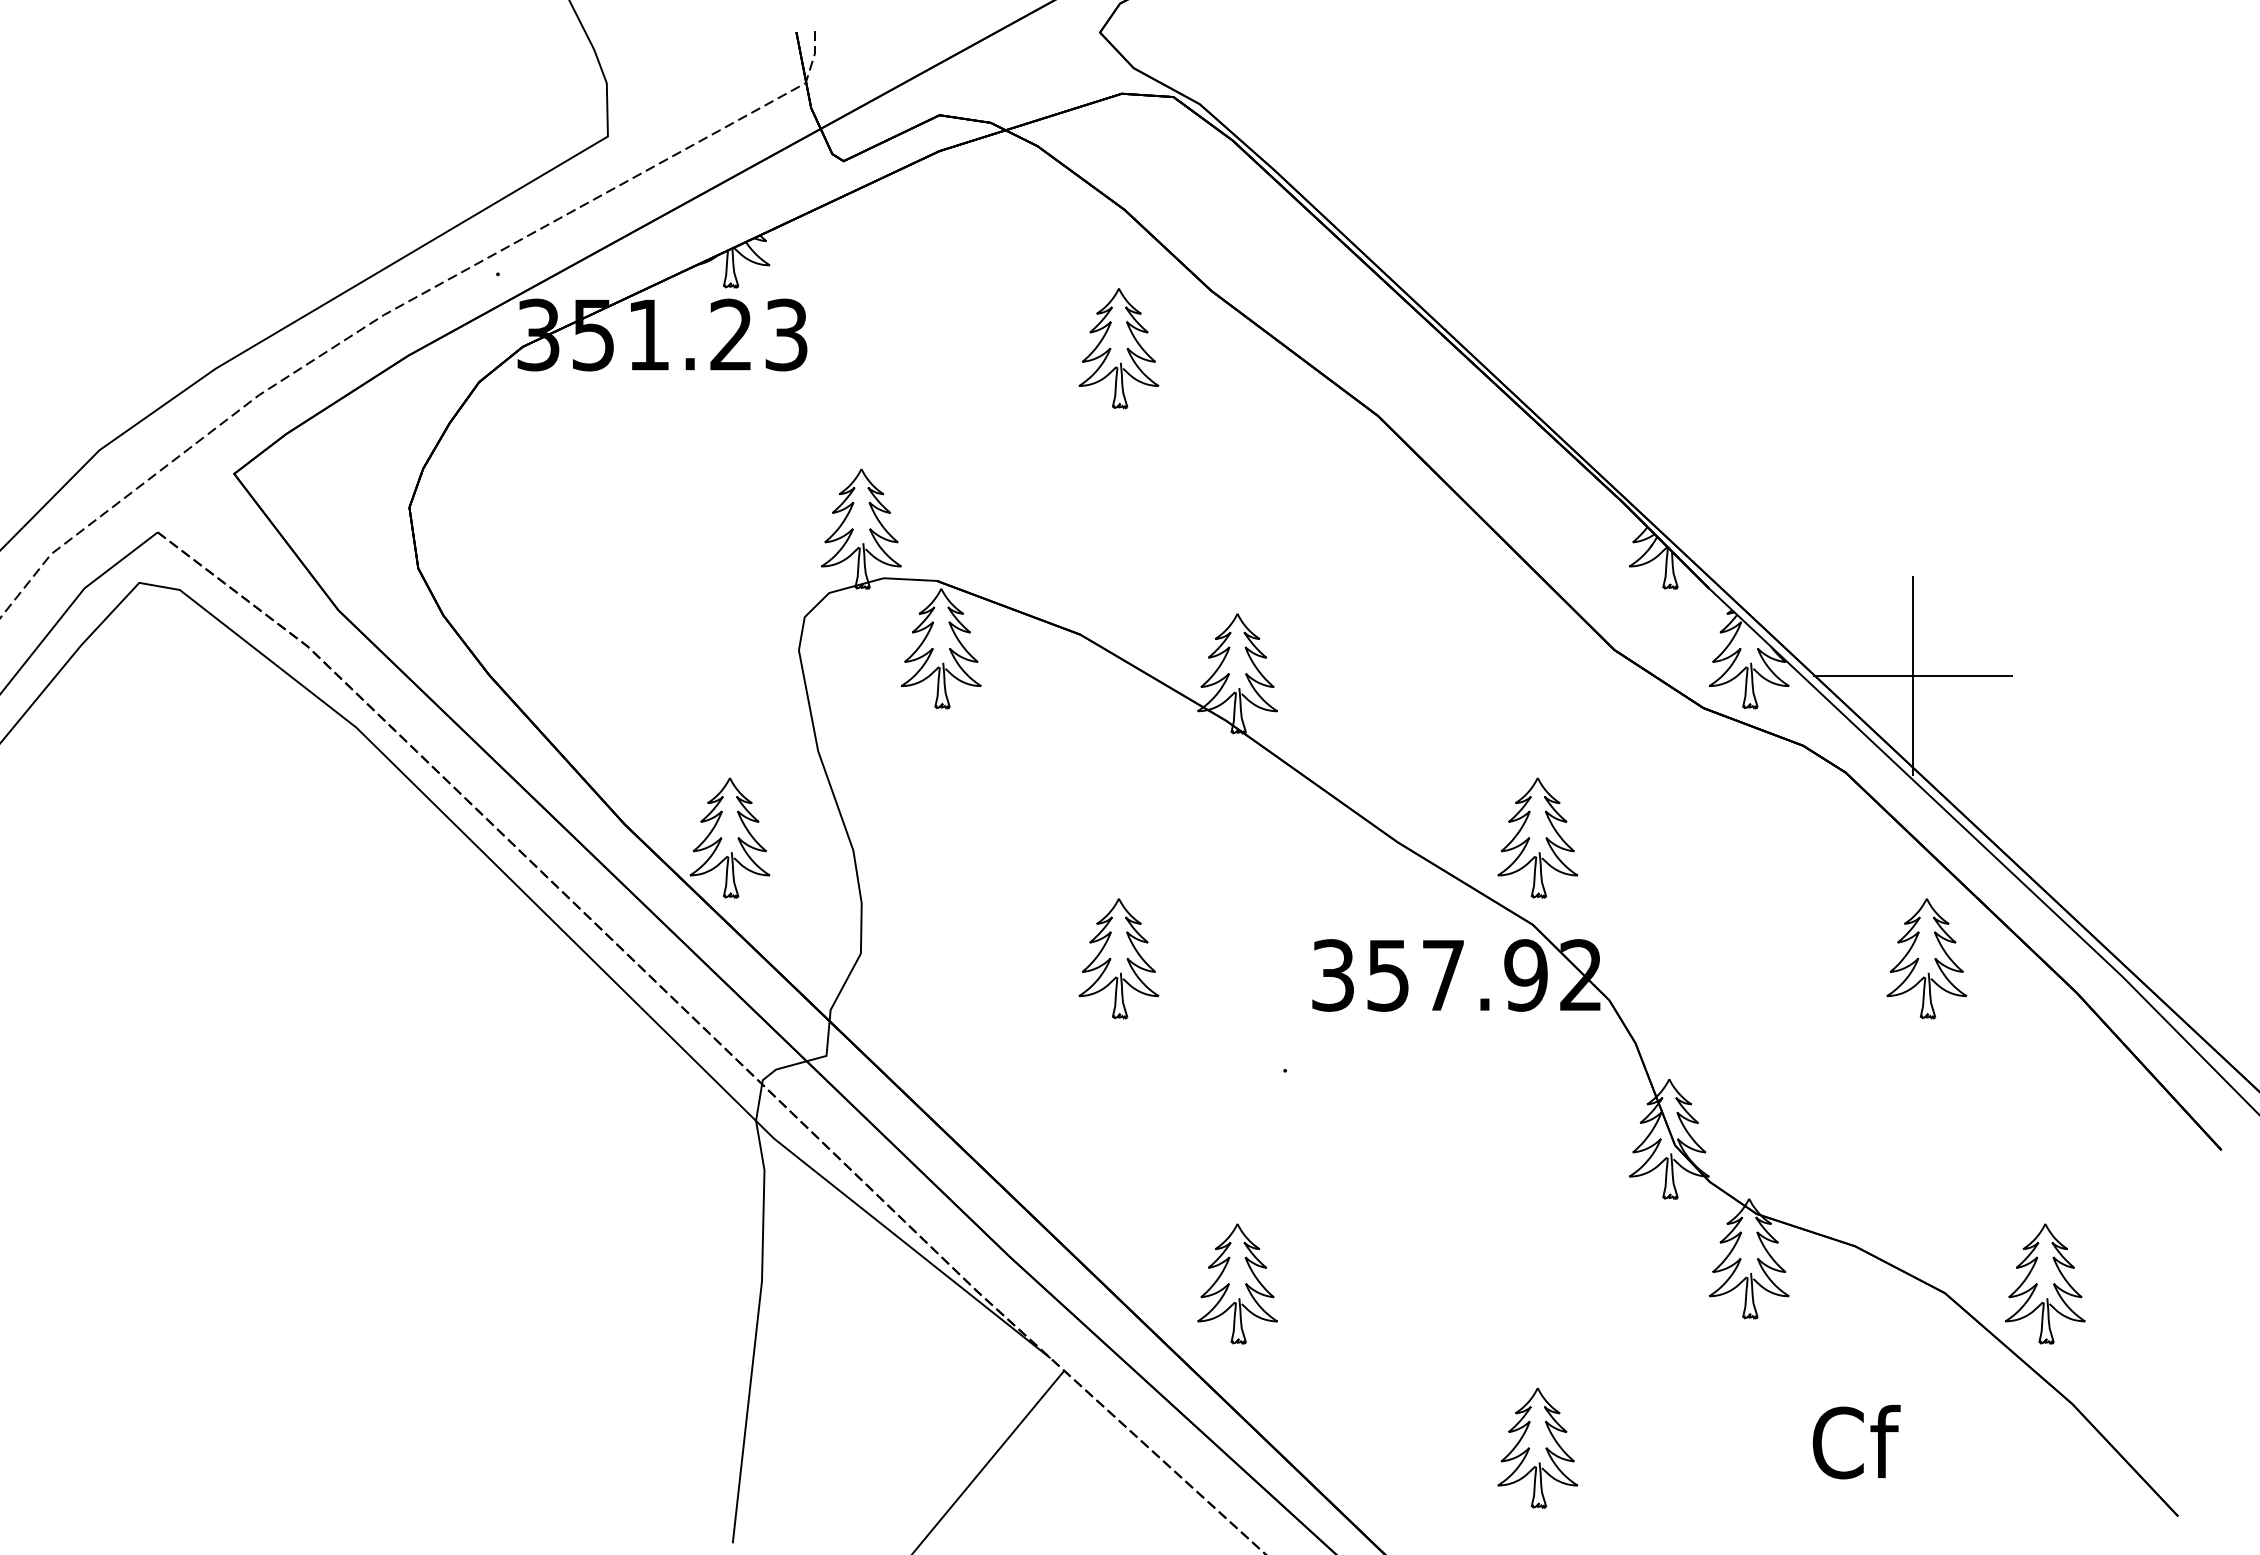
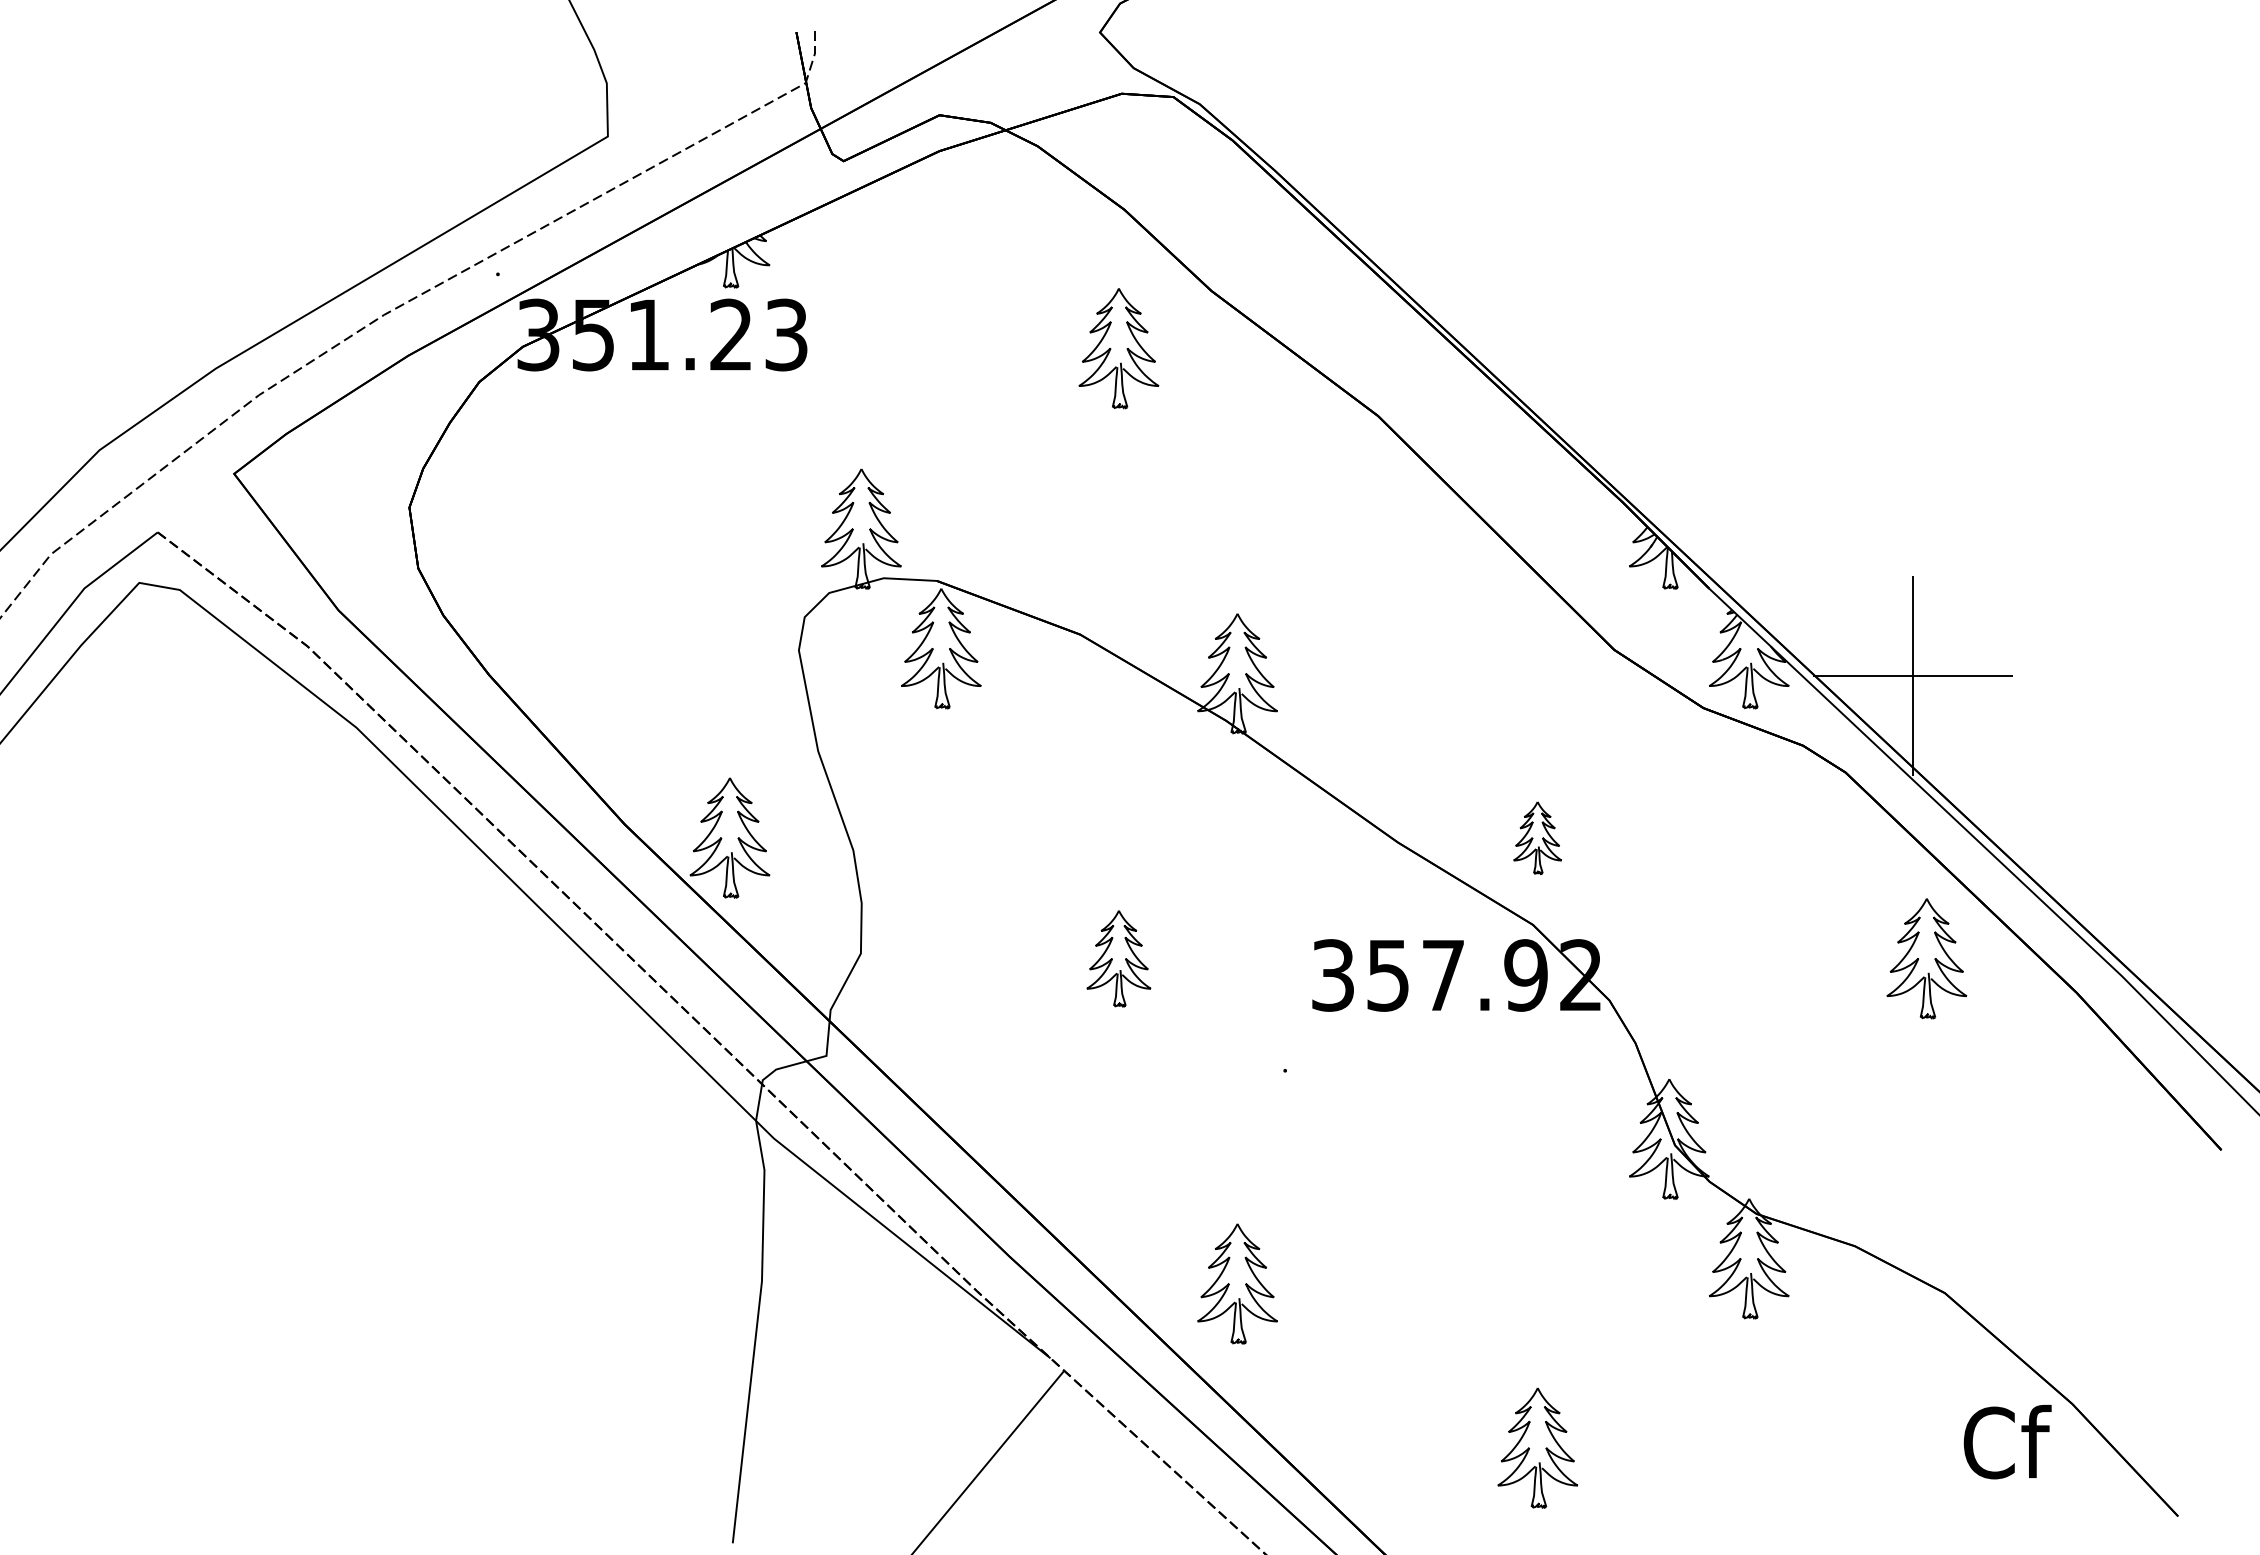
part at (1537, 837) size: 81x122 px -> 49x74 px
part at (1118, 958) size: 82x122 px -> 66x98 px
part at (2045, 1283): present -> none
text at (1856, 1442) position: (1856, 1442) -> (2007, 1442)
